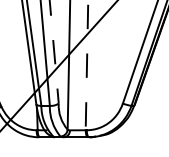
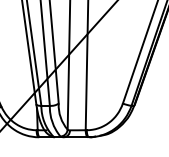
line at (54, 52): dashed -> solid
line at (86, 65): dashed -> solid
